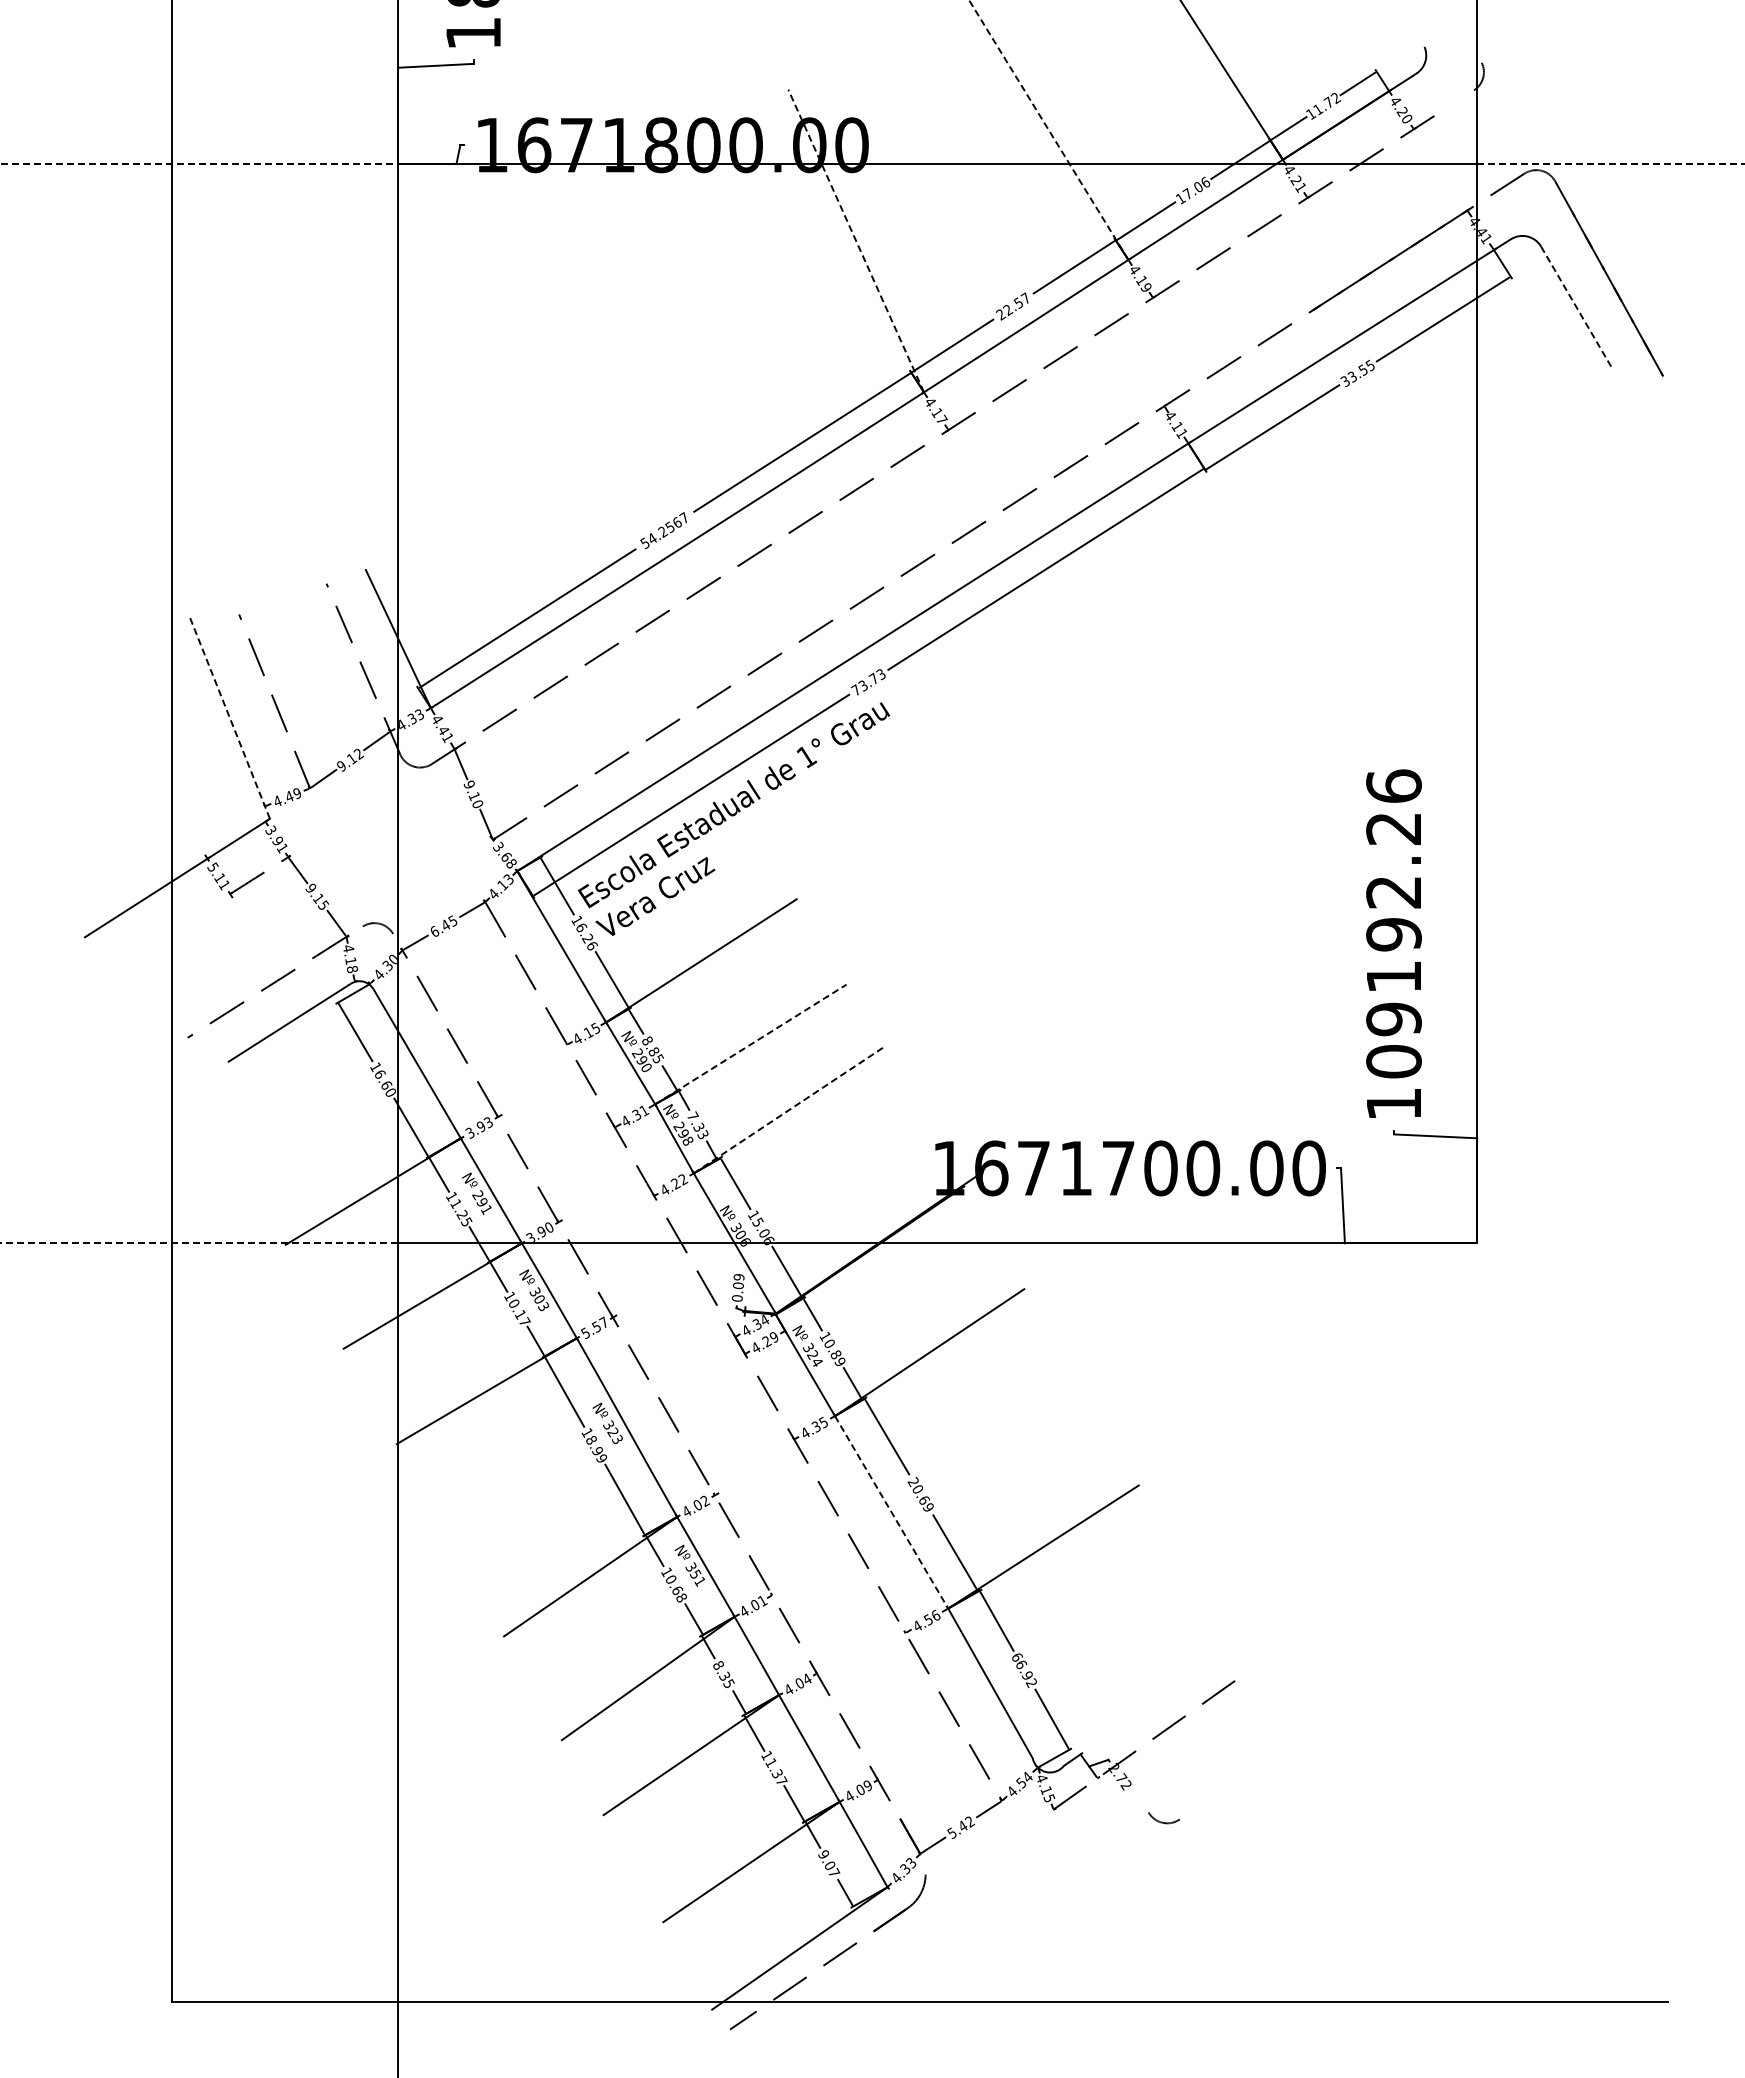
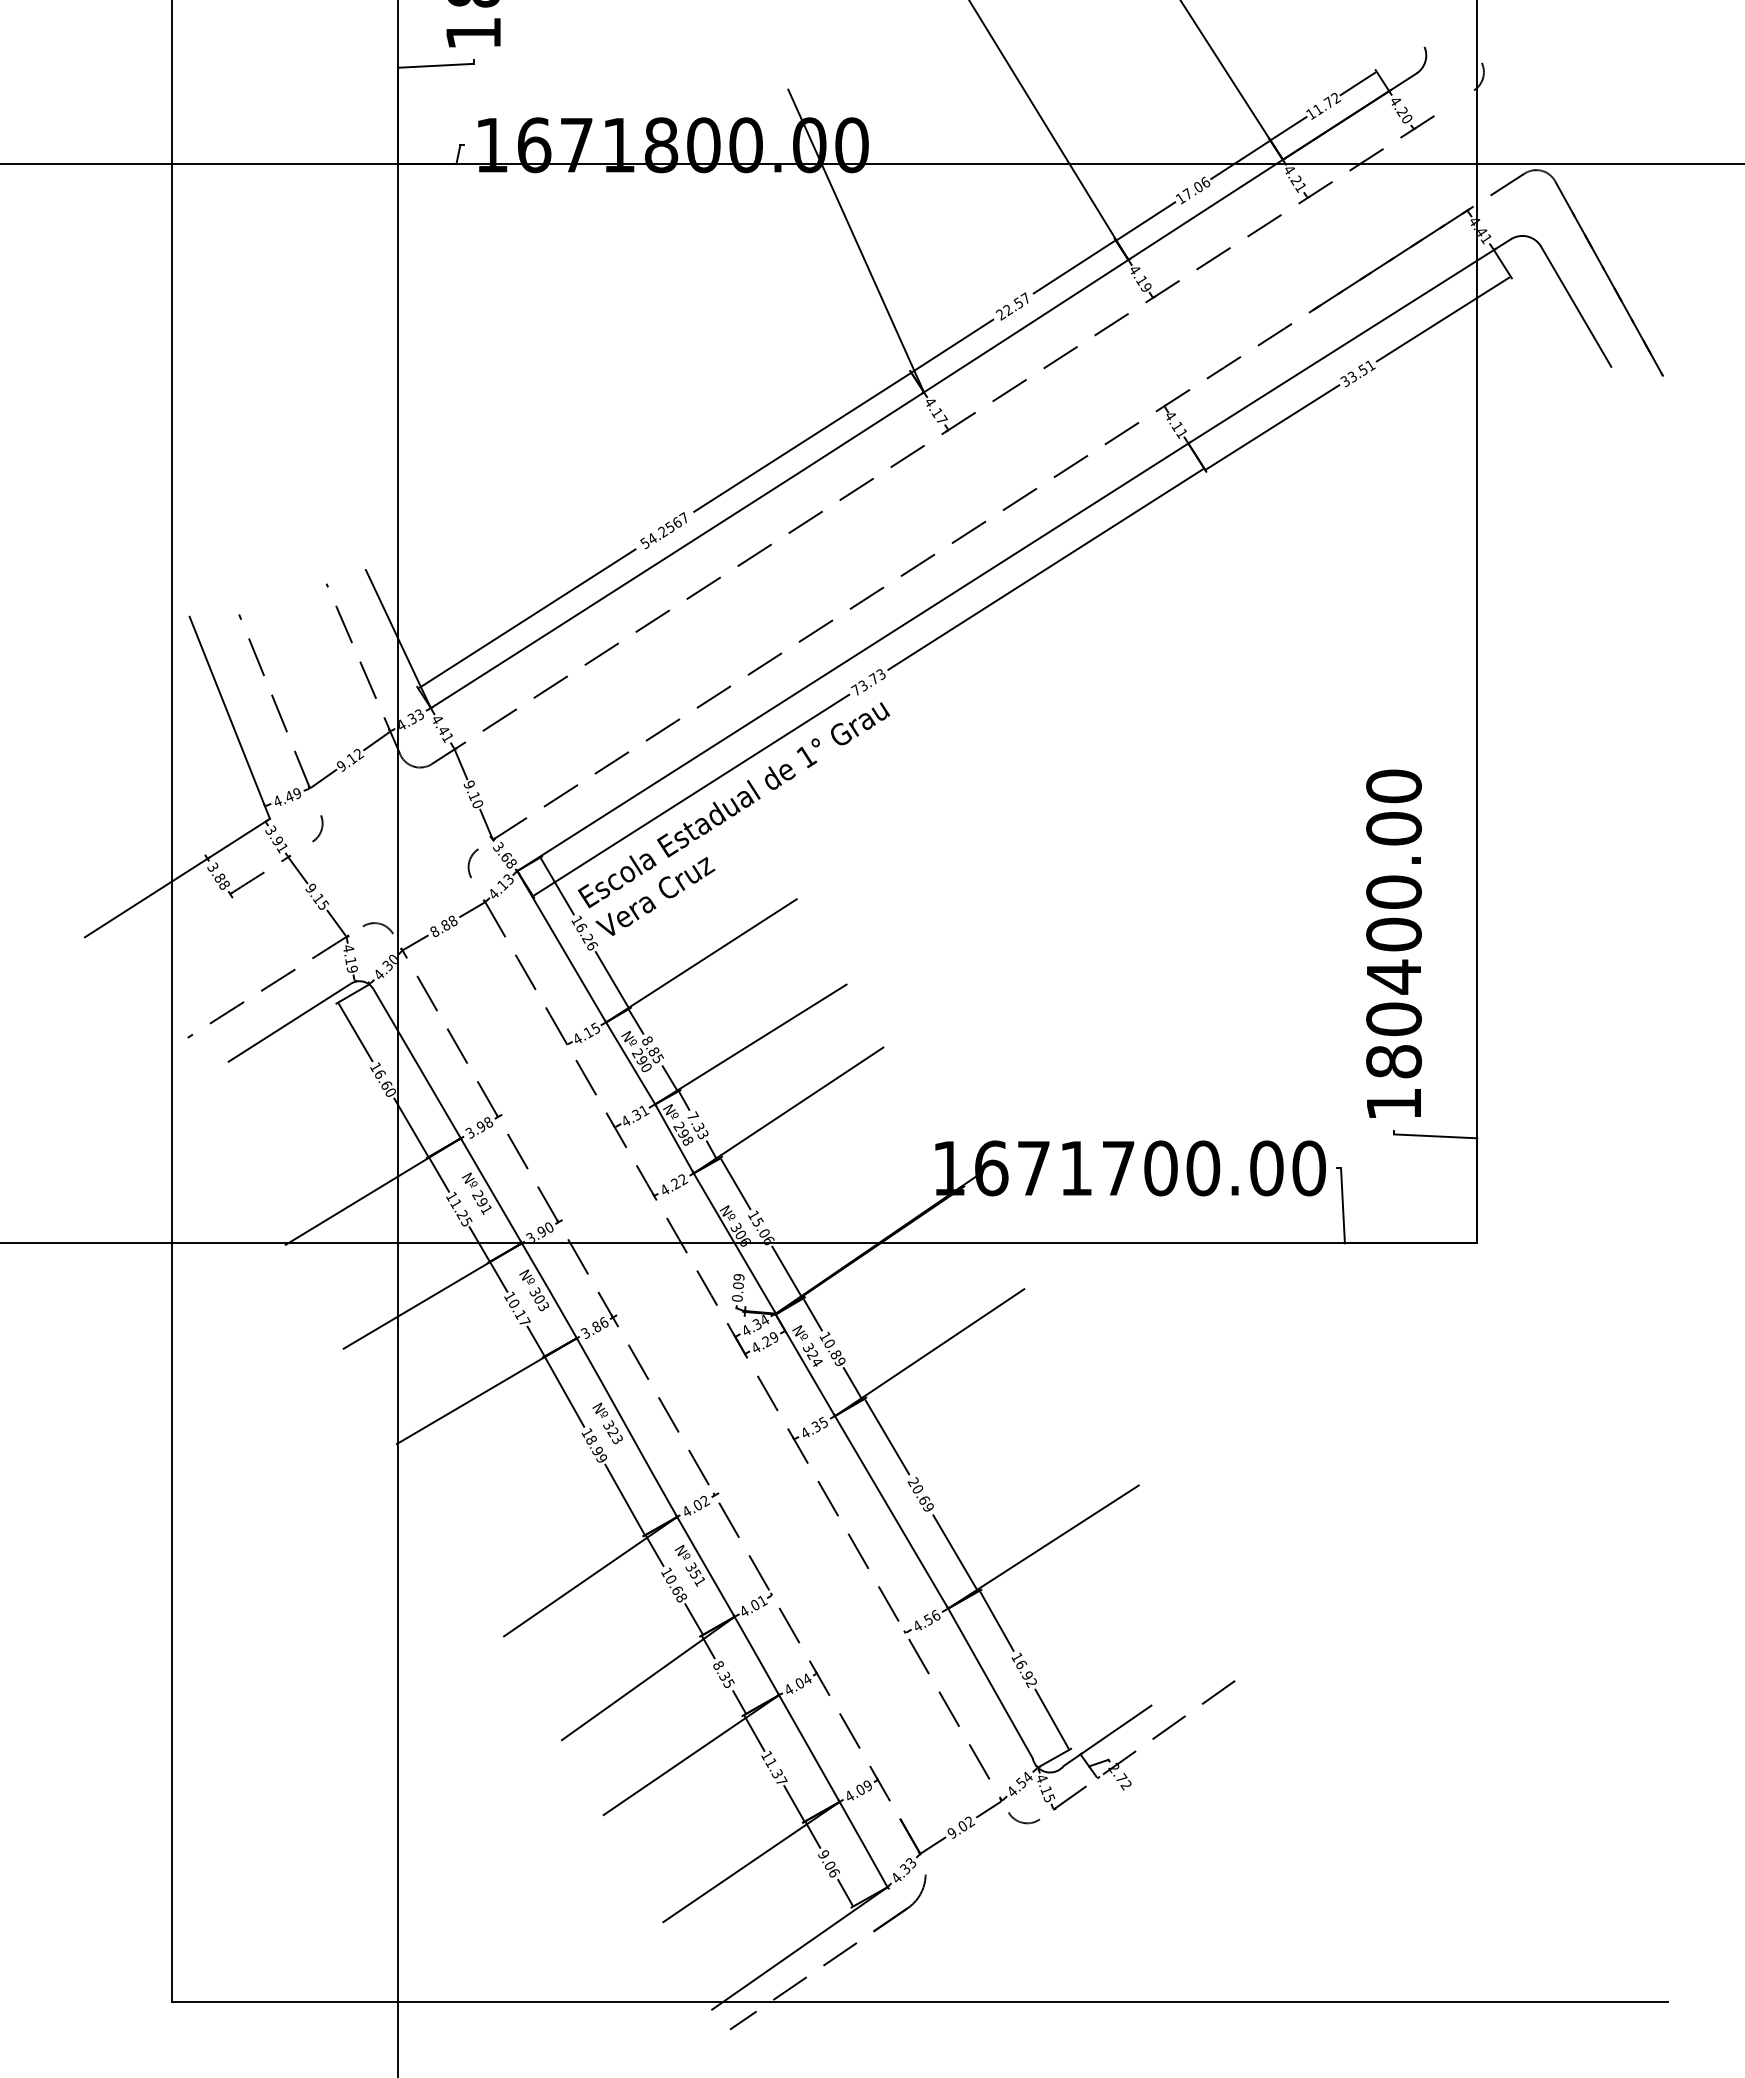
line at (1048, 129): dashed -> solid
line at (199, 164): dashed -> solid
line at (1611, 164): dashed -> solid
line at (856, 241): dashed -> solid
line at (1576, 306): dashed -> solid
text at (1370, 365): 33.55 -> 33.51
line at (229, 717): dashed -> solid
arc at (320, 829): none -> present
arc at (470, 862): none -> present
text at (219, 876): 5.11 -> 3.88
text at (1393, 923): 109192.26 -> 180400.00
text at (443, 925): 6.45 -> 8.88
text at (351, 969): 4.18 -> 4.19
line at (750, 1044): dashed -> solid
line at (788, 1110): dashed -> solid
text at (488, 1122): 3.93 -> 3.98
line at (199, 1243): dashed -> solid
text at (594, 1326): 5.57 -> 3.86
line at (891, 1512): dashed -> solid
text at (1016, 1657): 66.92 -> 16.92
line at (1115, 1729): none -> present
arc at (1162, 1821) position: (1162, 1821) -> (1022, 1821)
text at (957, 1829): 5.42 -> 9.02
text at (834, 1872): 9.07 -> 9.06
